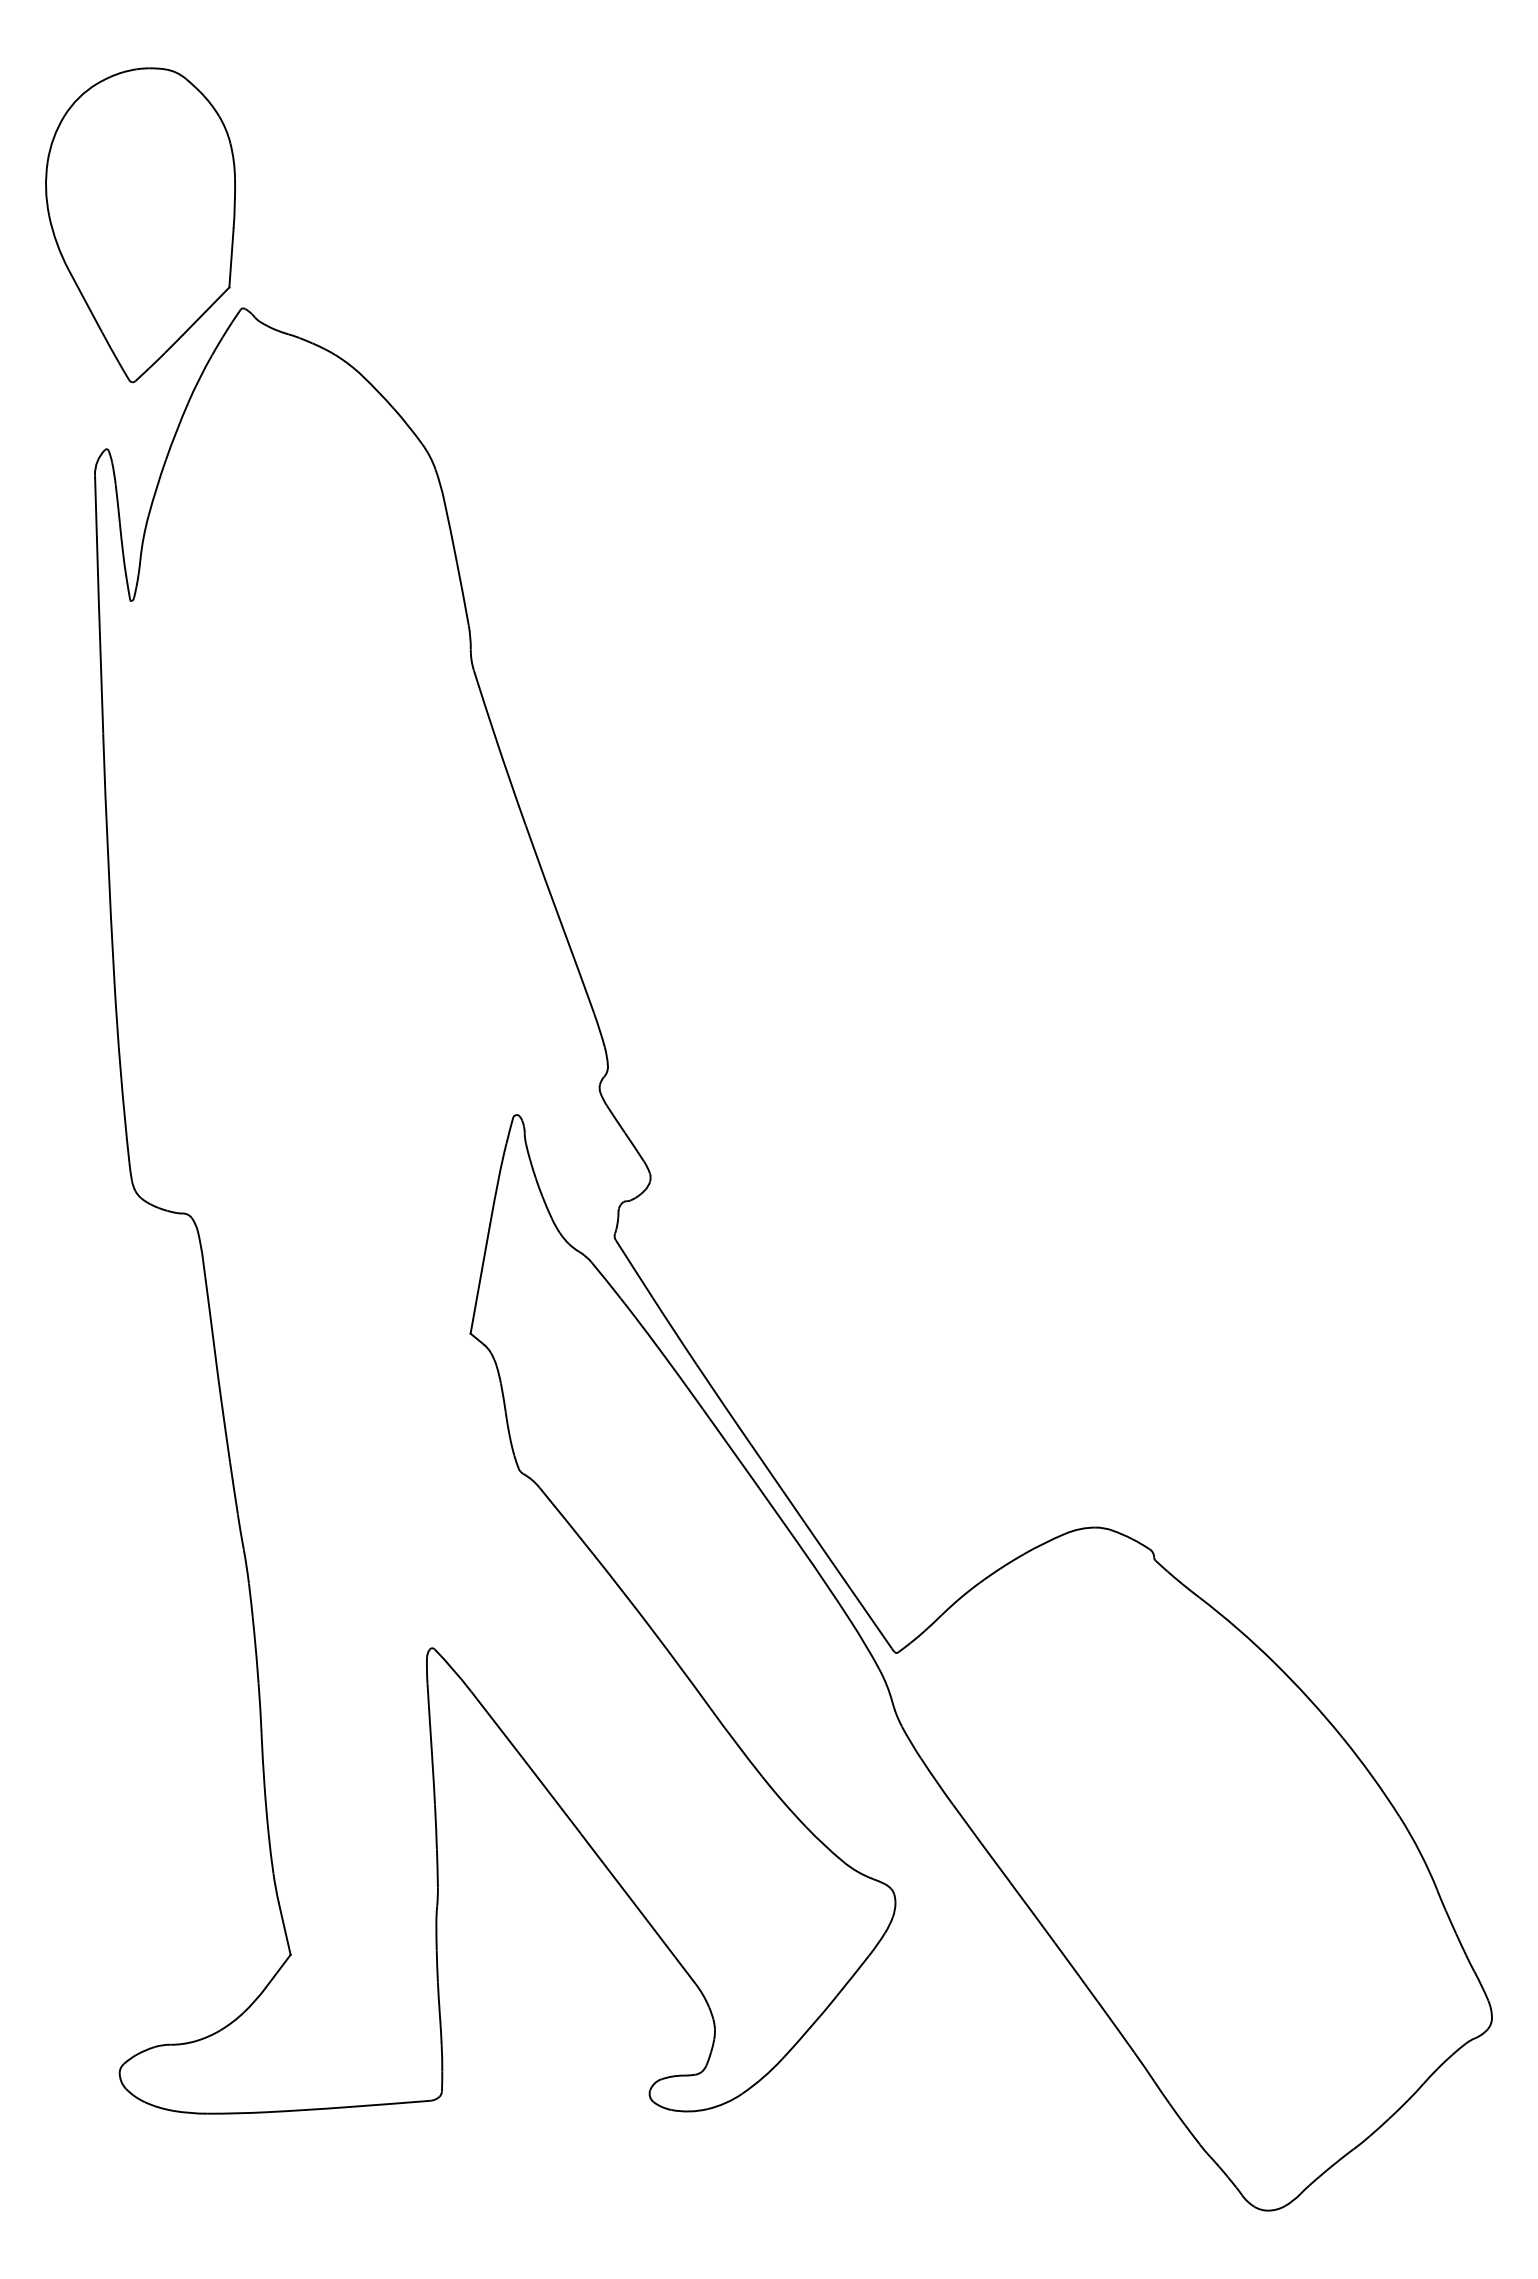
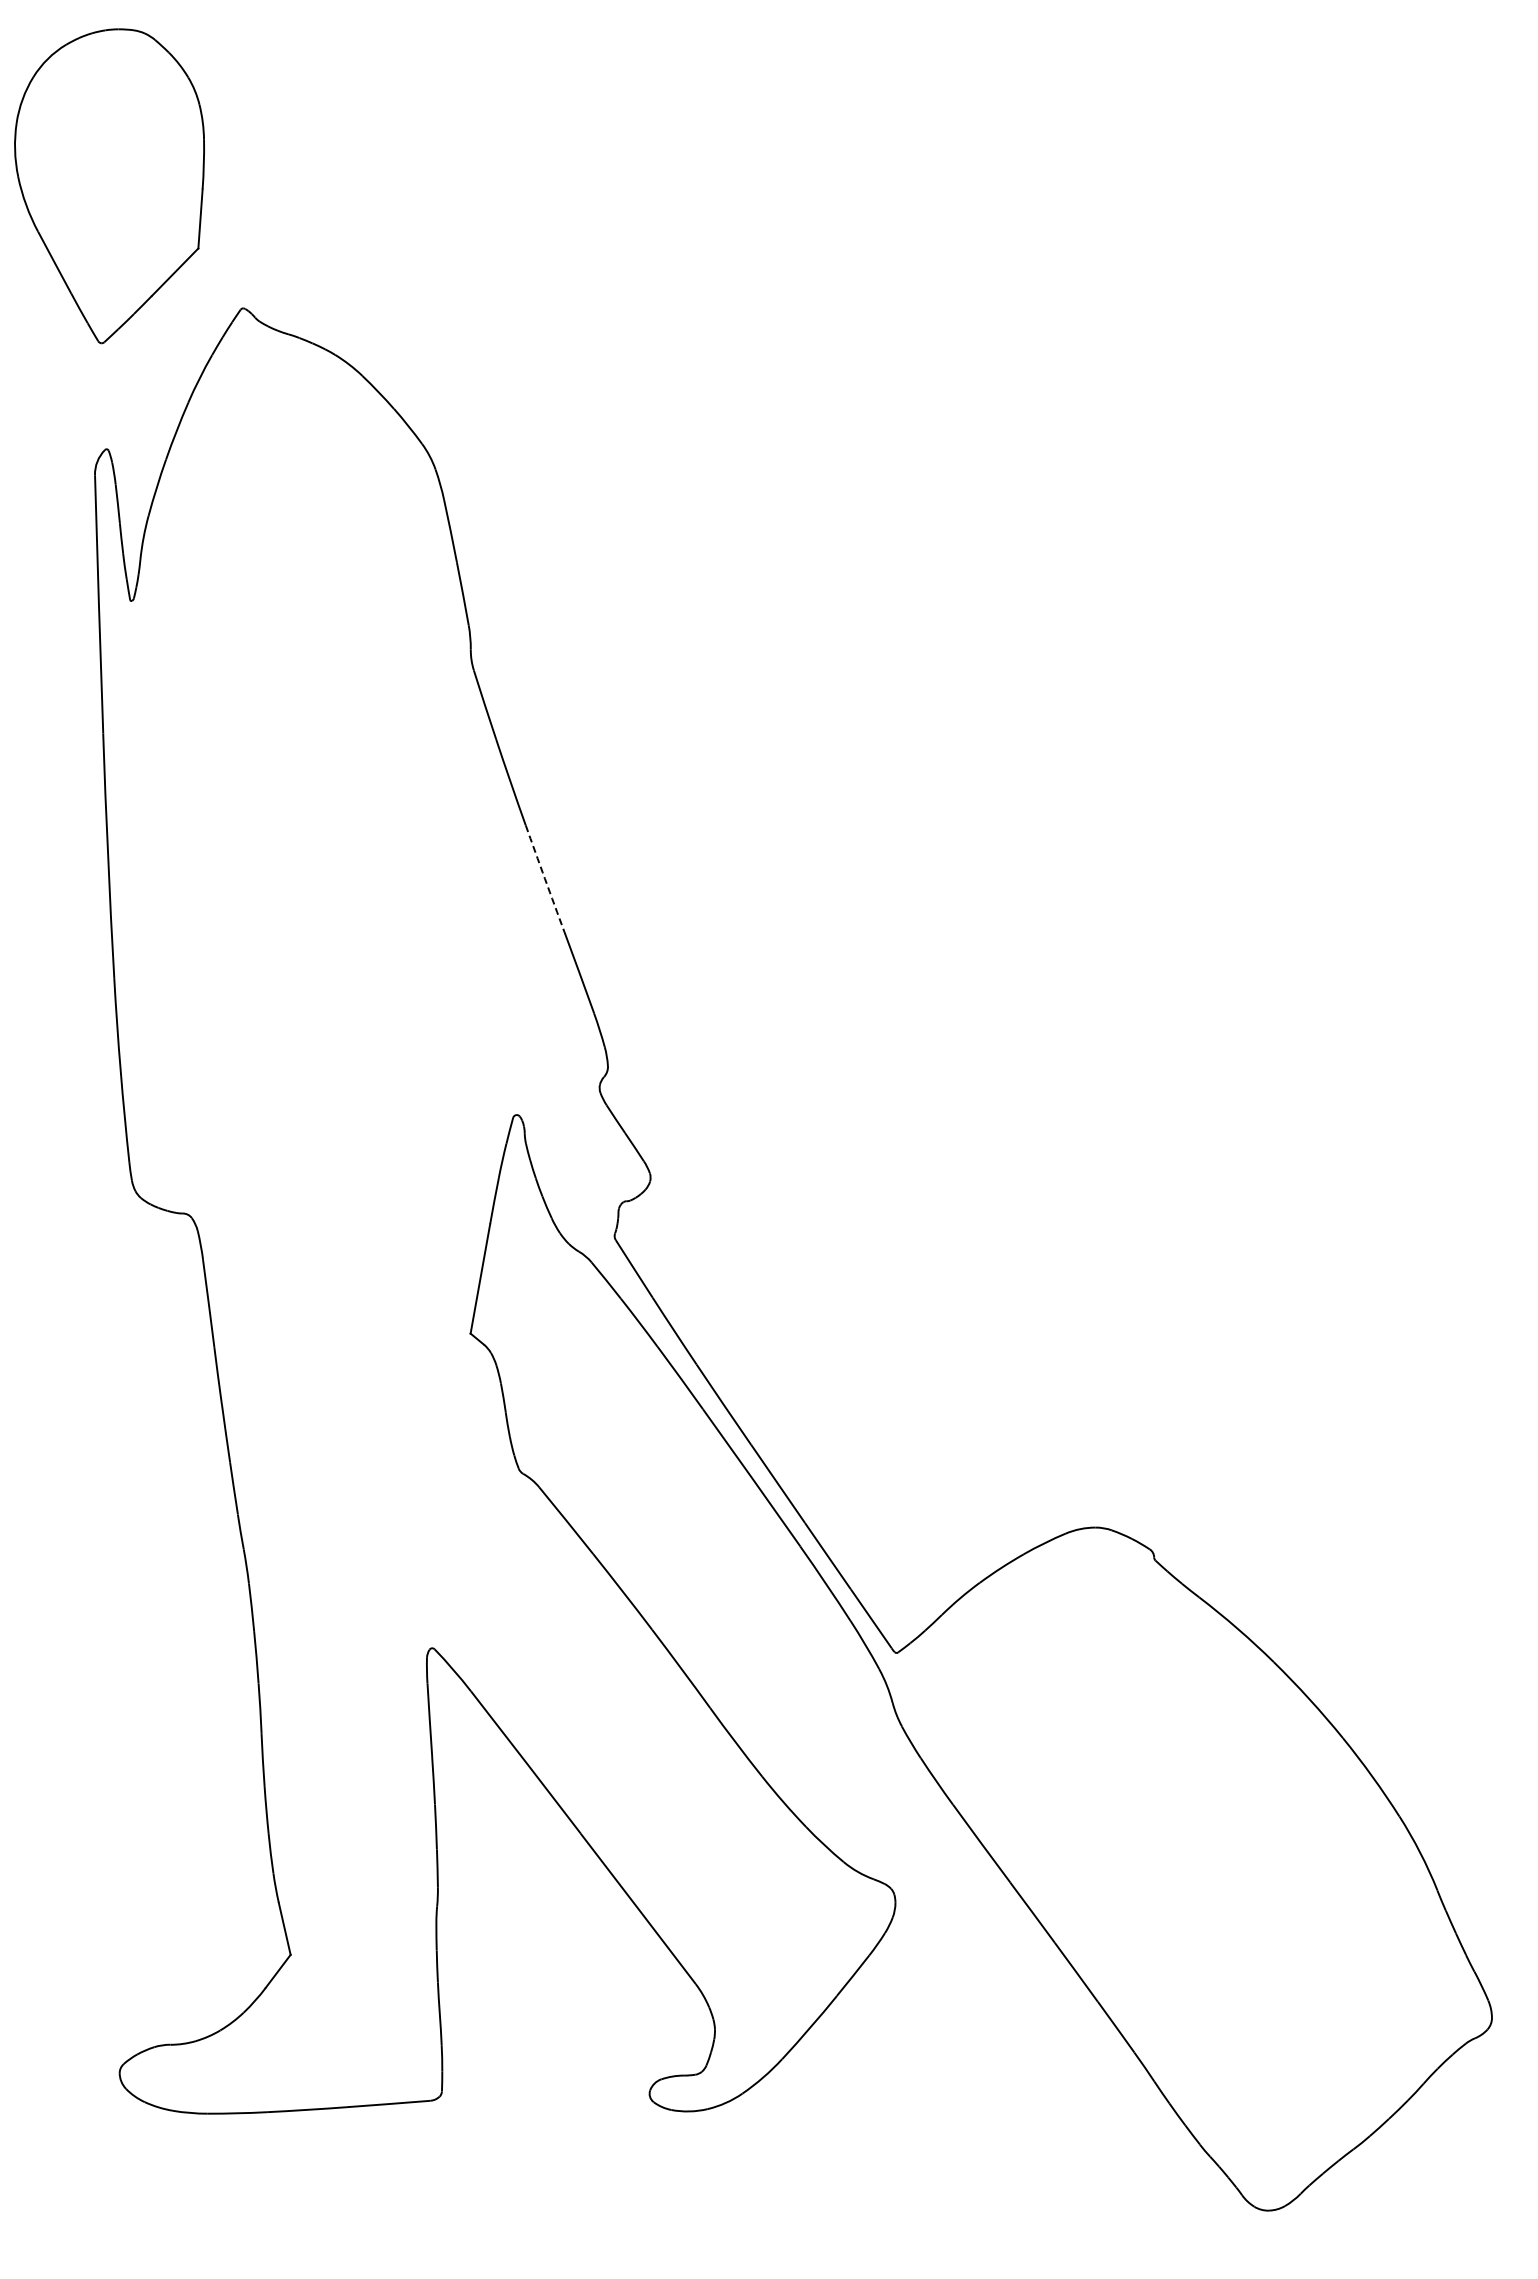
part at (140, 225) position: (140, 225) -> (109, 186)
arc at (544, 878): solid -> dashed
